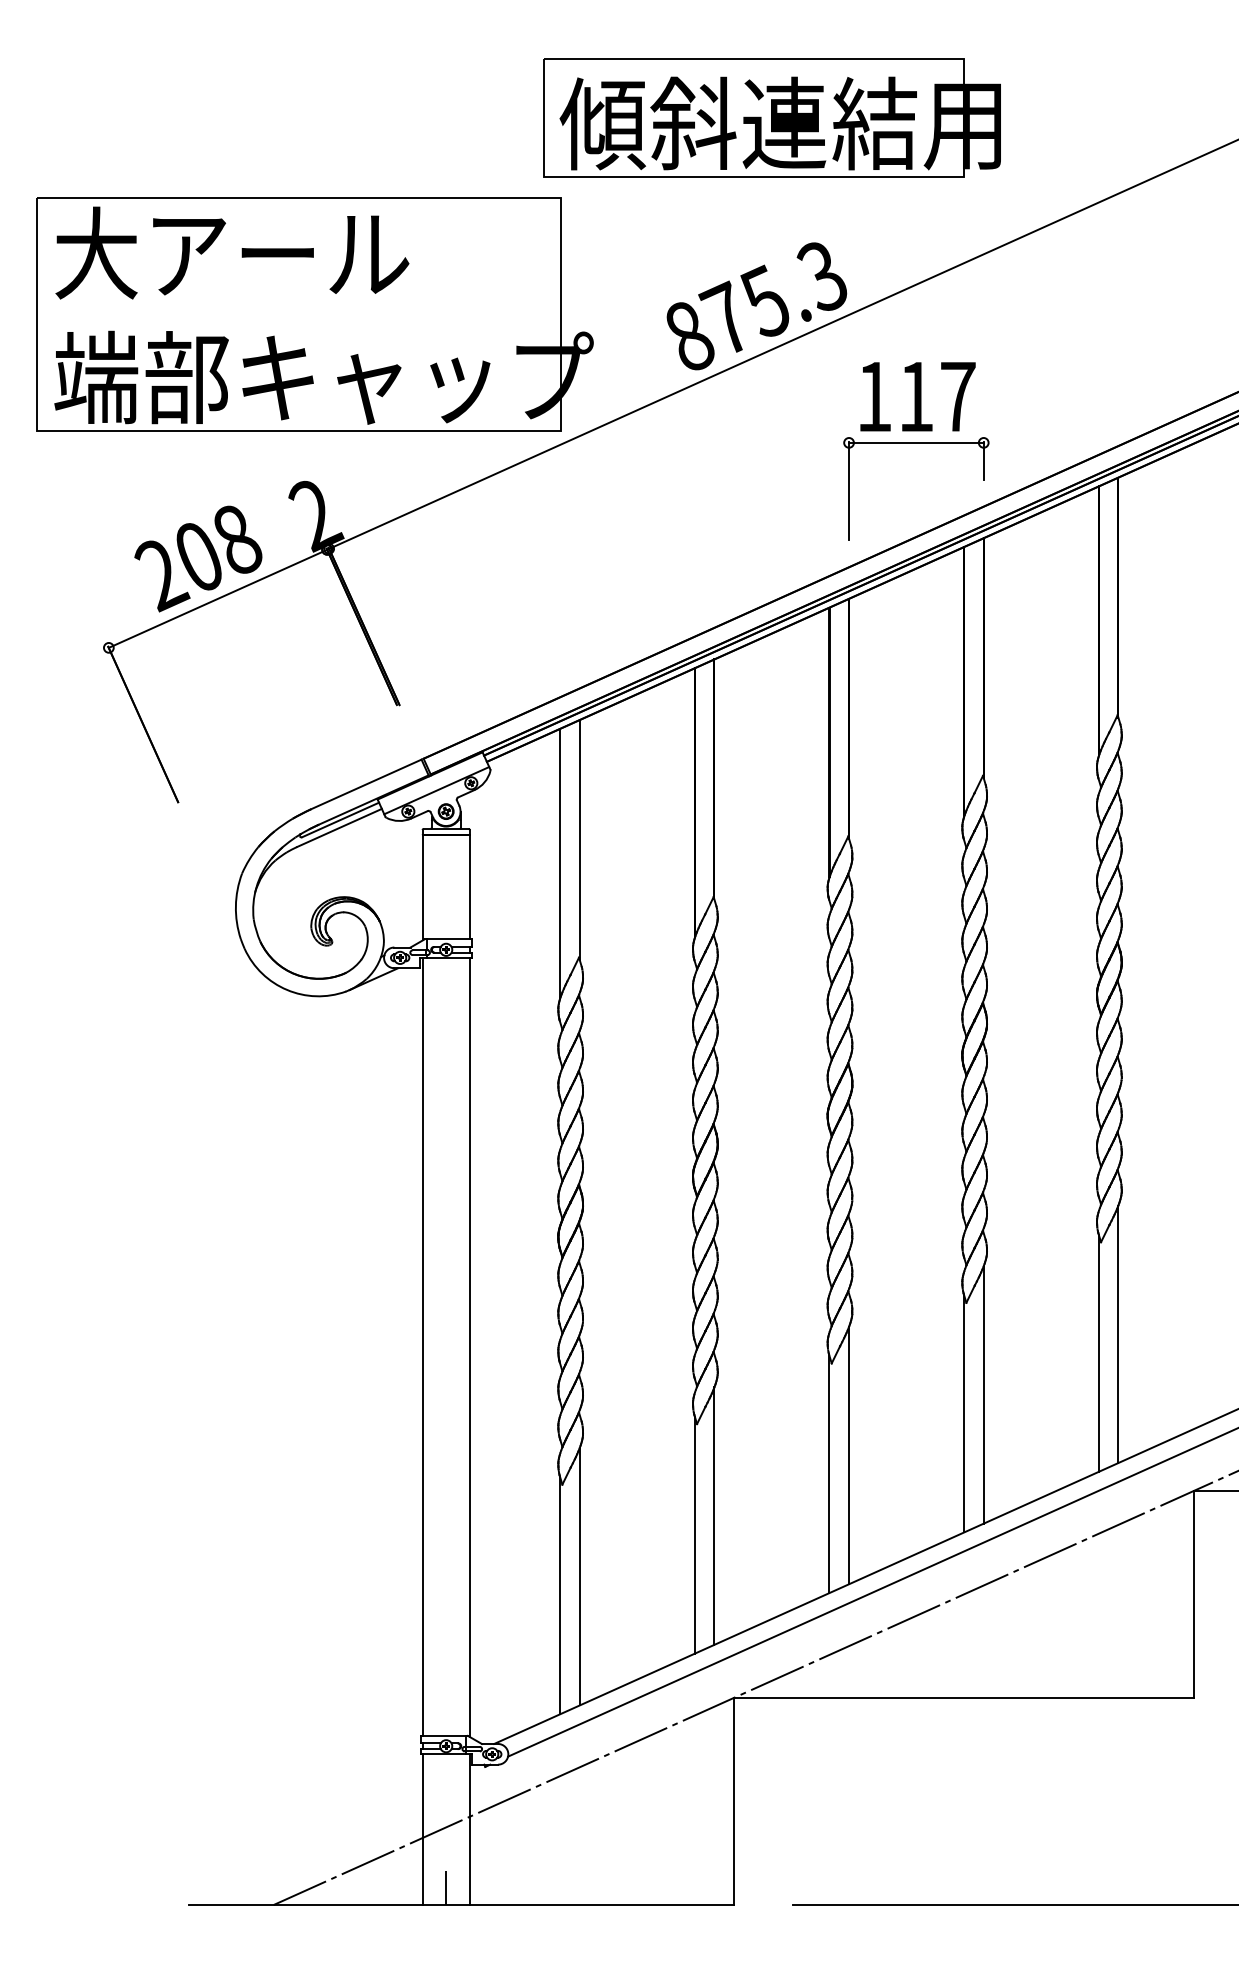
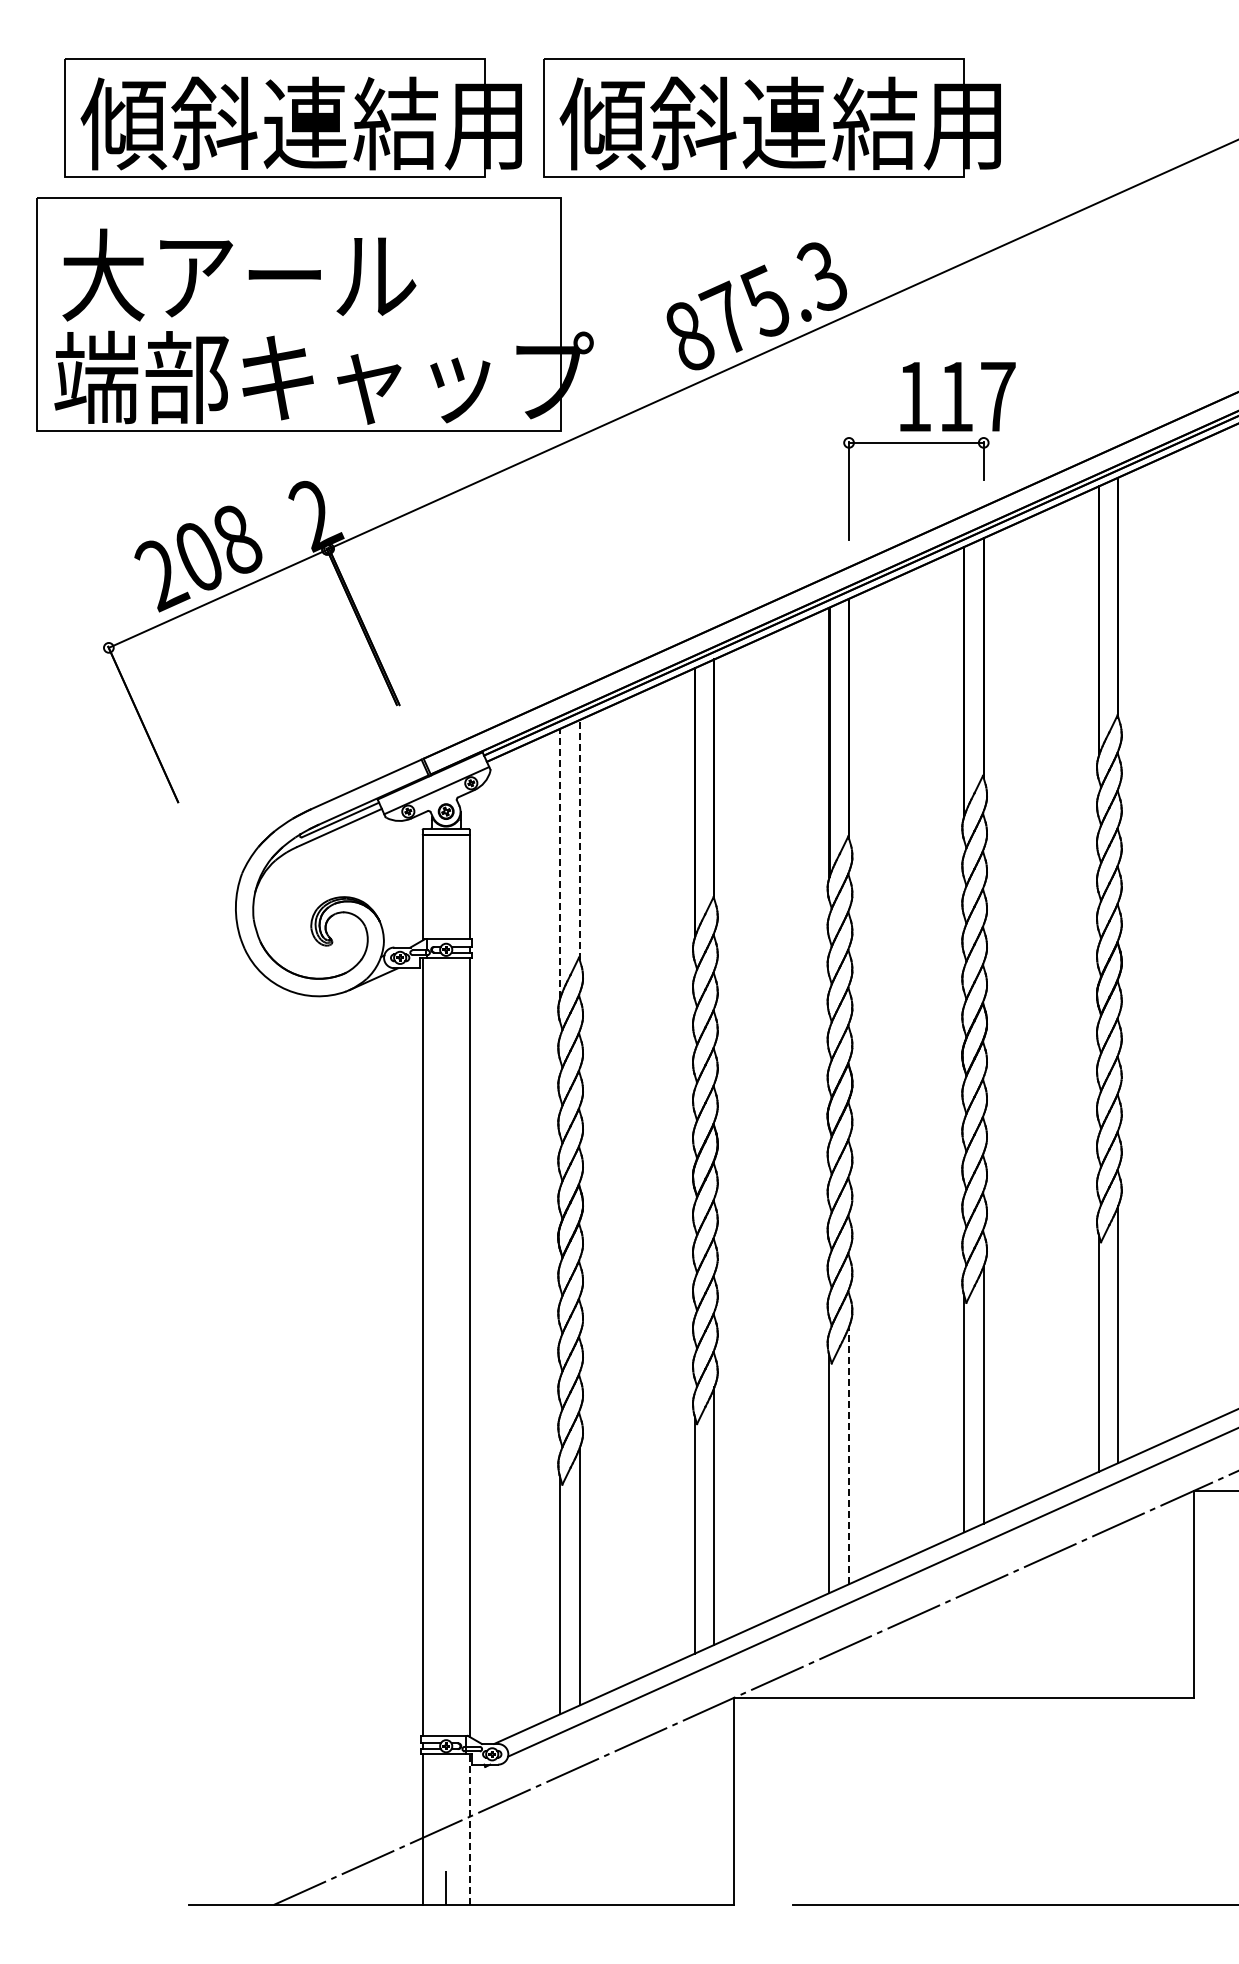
part at (292, 117): none -> present
text at (232, 252) position: (232, 252) -> (239, 274)
text at (917, 396) position: (917, 396) -> (957, 396)
line at (579, 840): solid -> dashed
line at (560, 862): solid -> dashed
line at (849, 1455): solid -> dashed
line at (469, 1829): solid -> dashed
